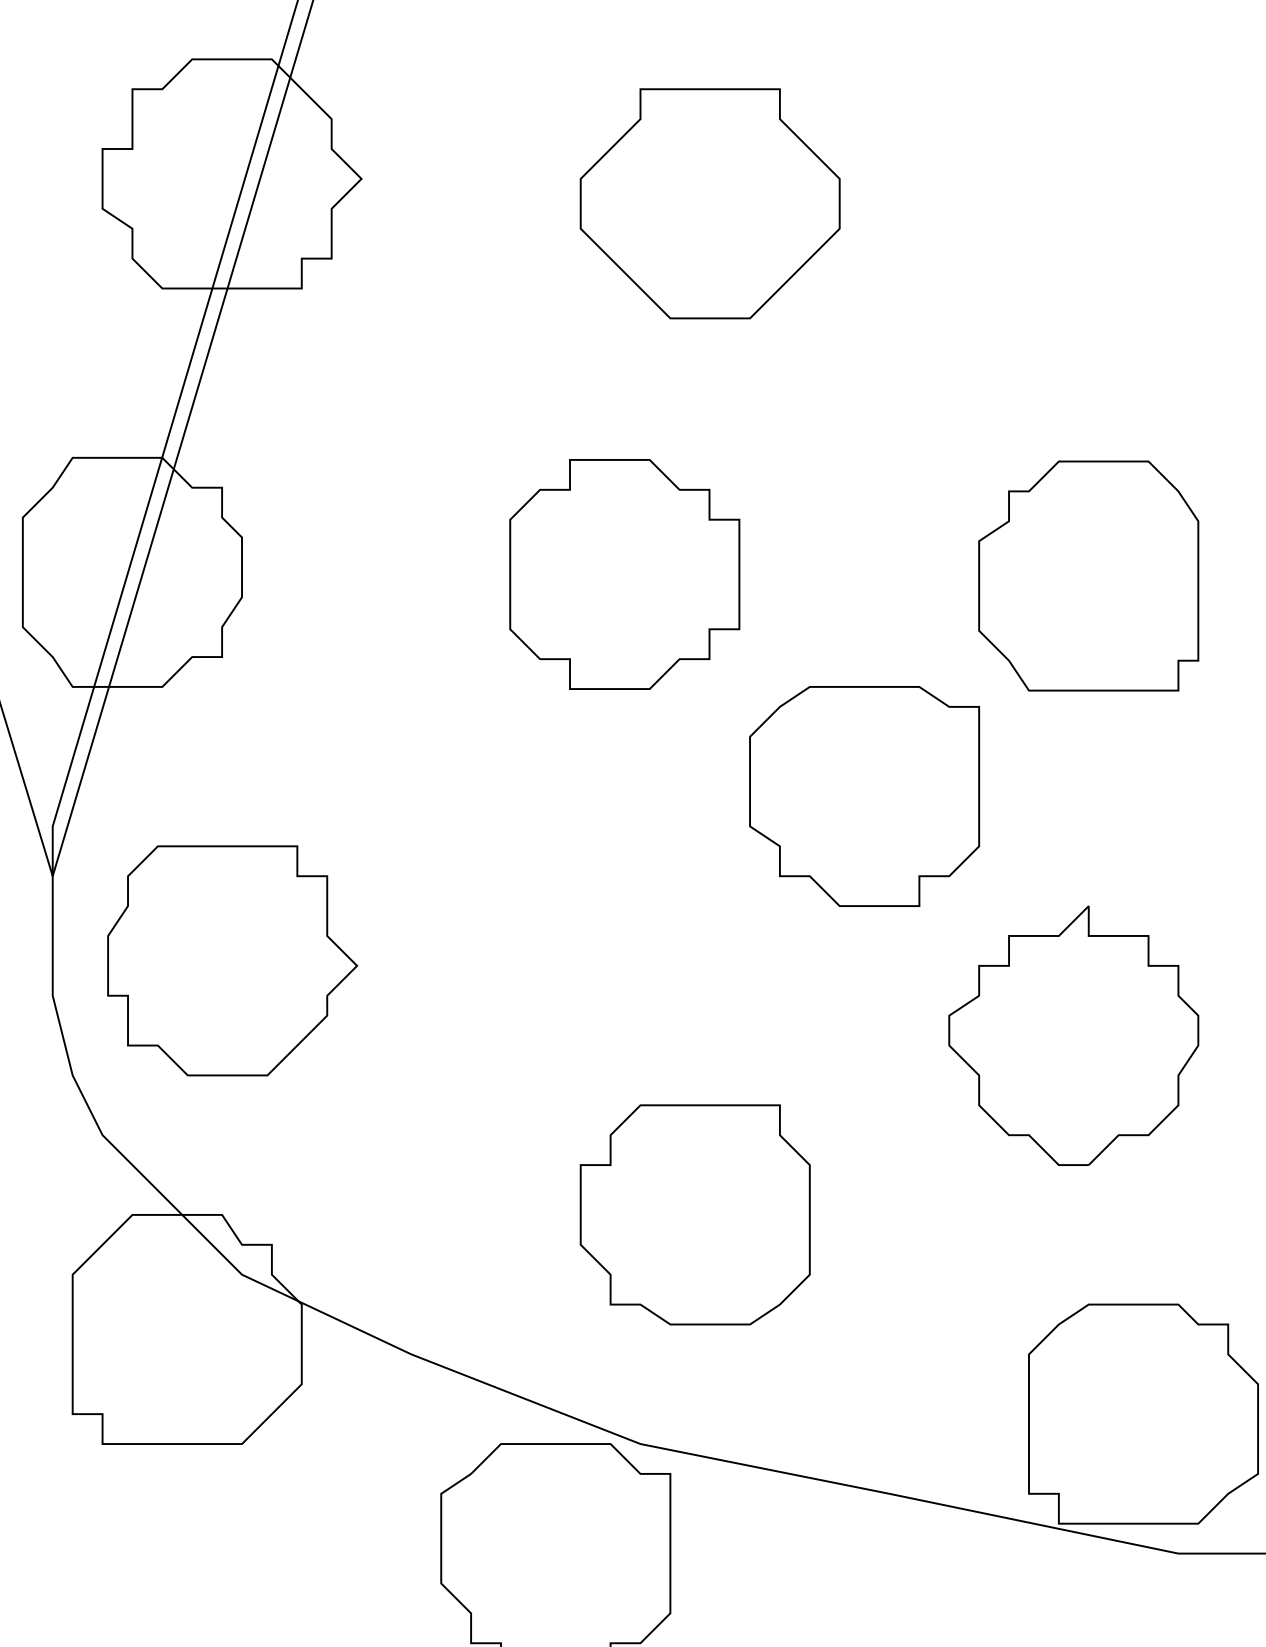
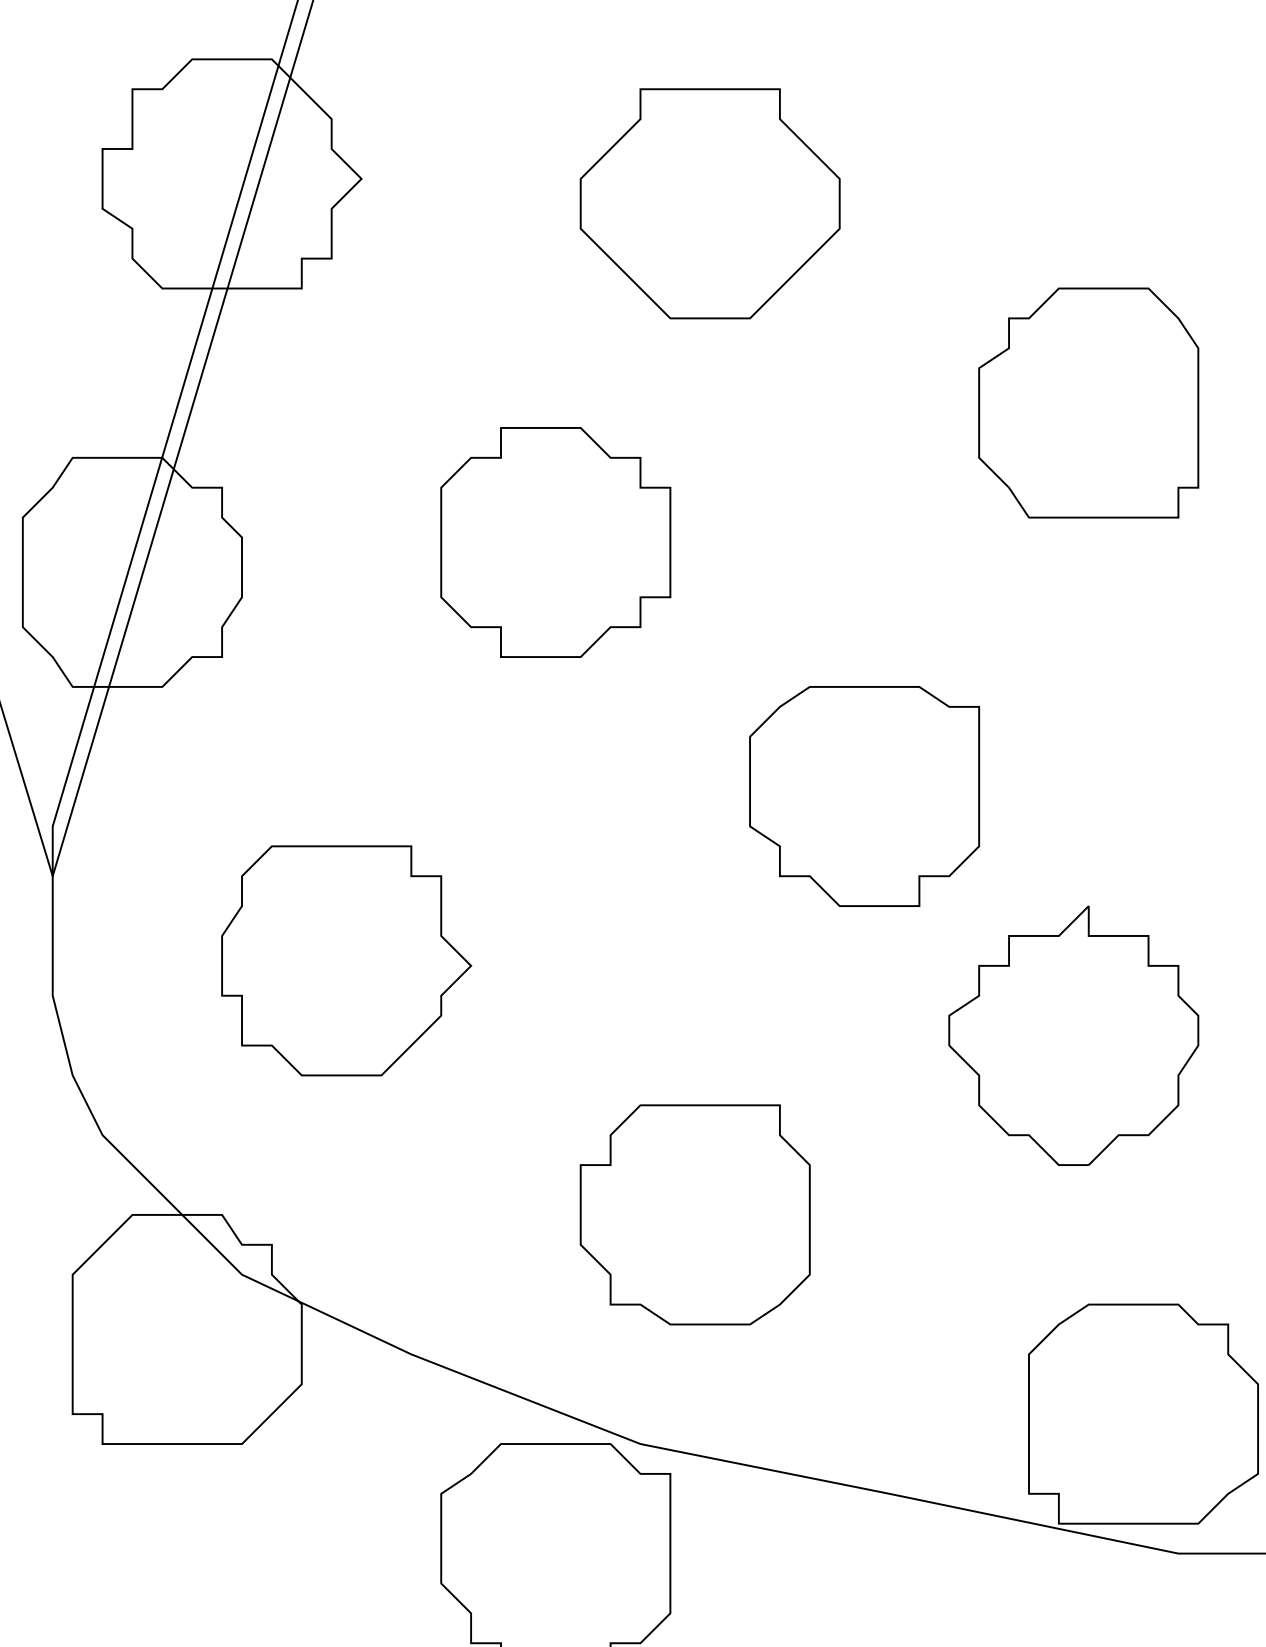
part at (624, 574) position: (624, 574) -> (555, 542)
part at (1088, 575) position: (1088, 575) -> (1088, 402)
part at (232, 960) position: (232, 960) -> (346, 960)
